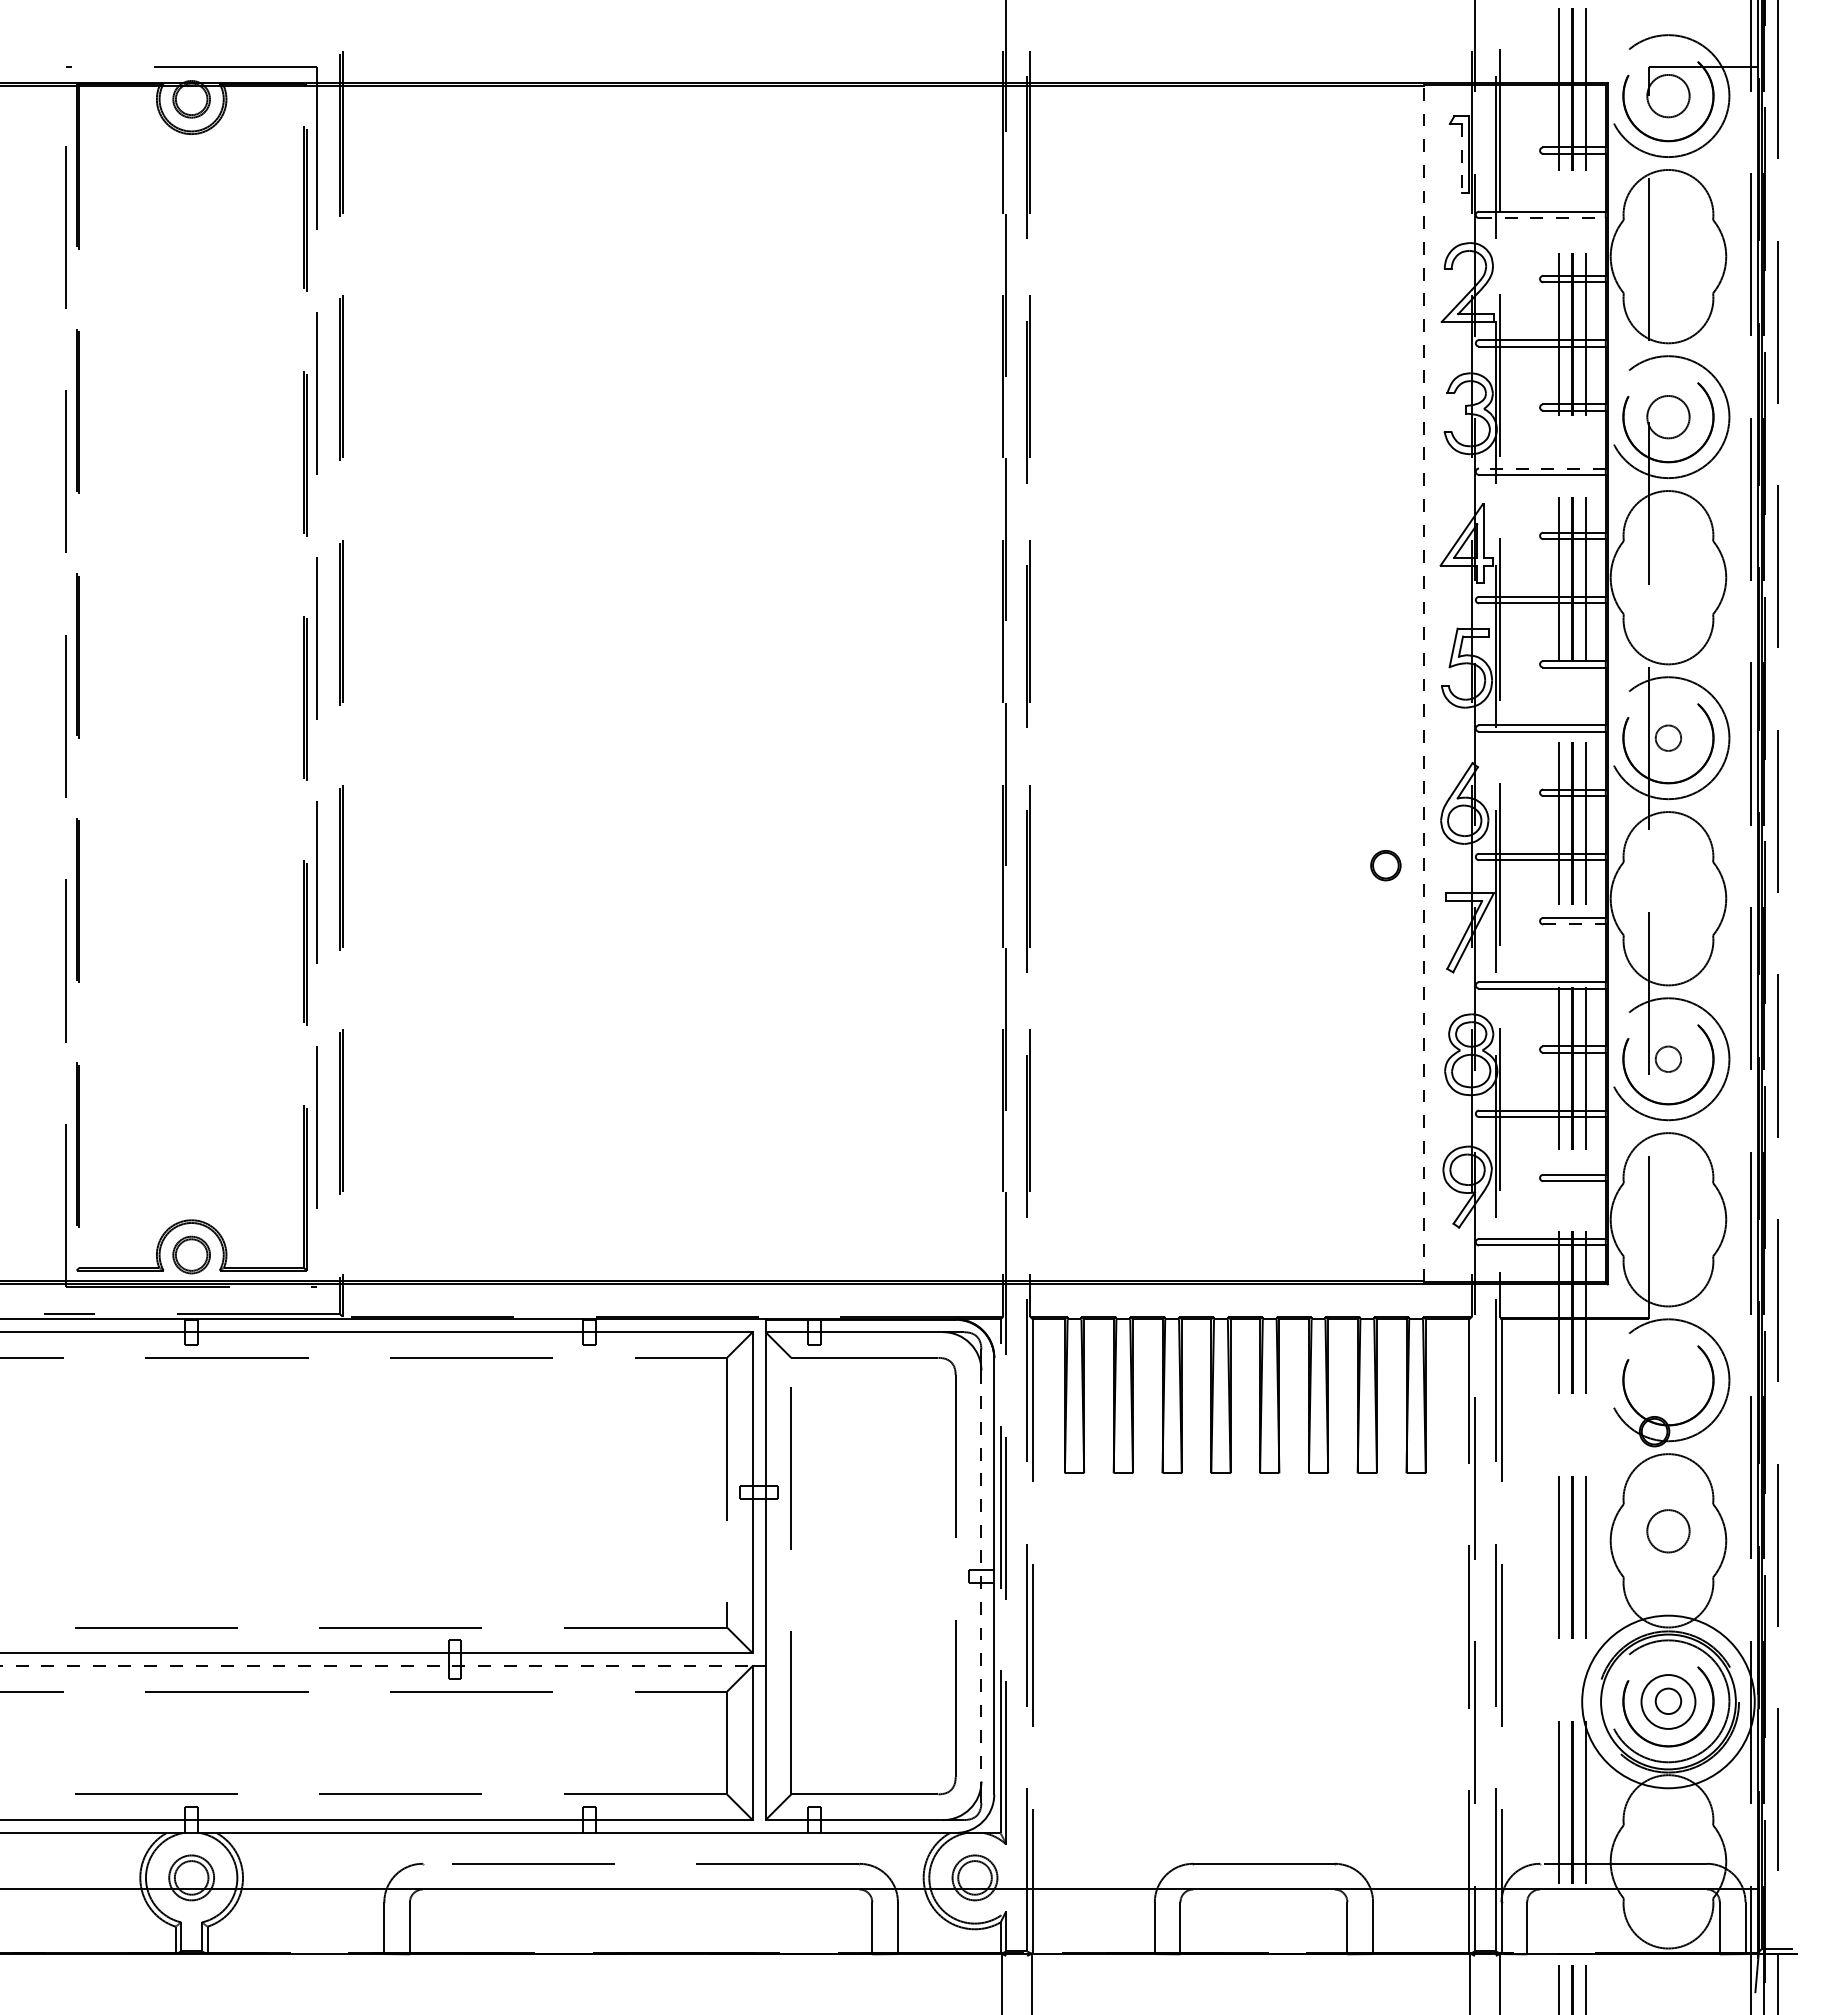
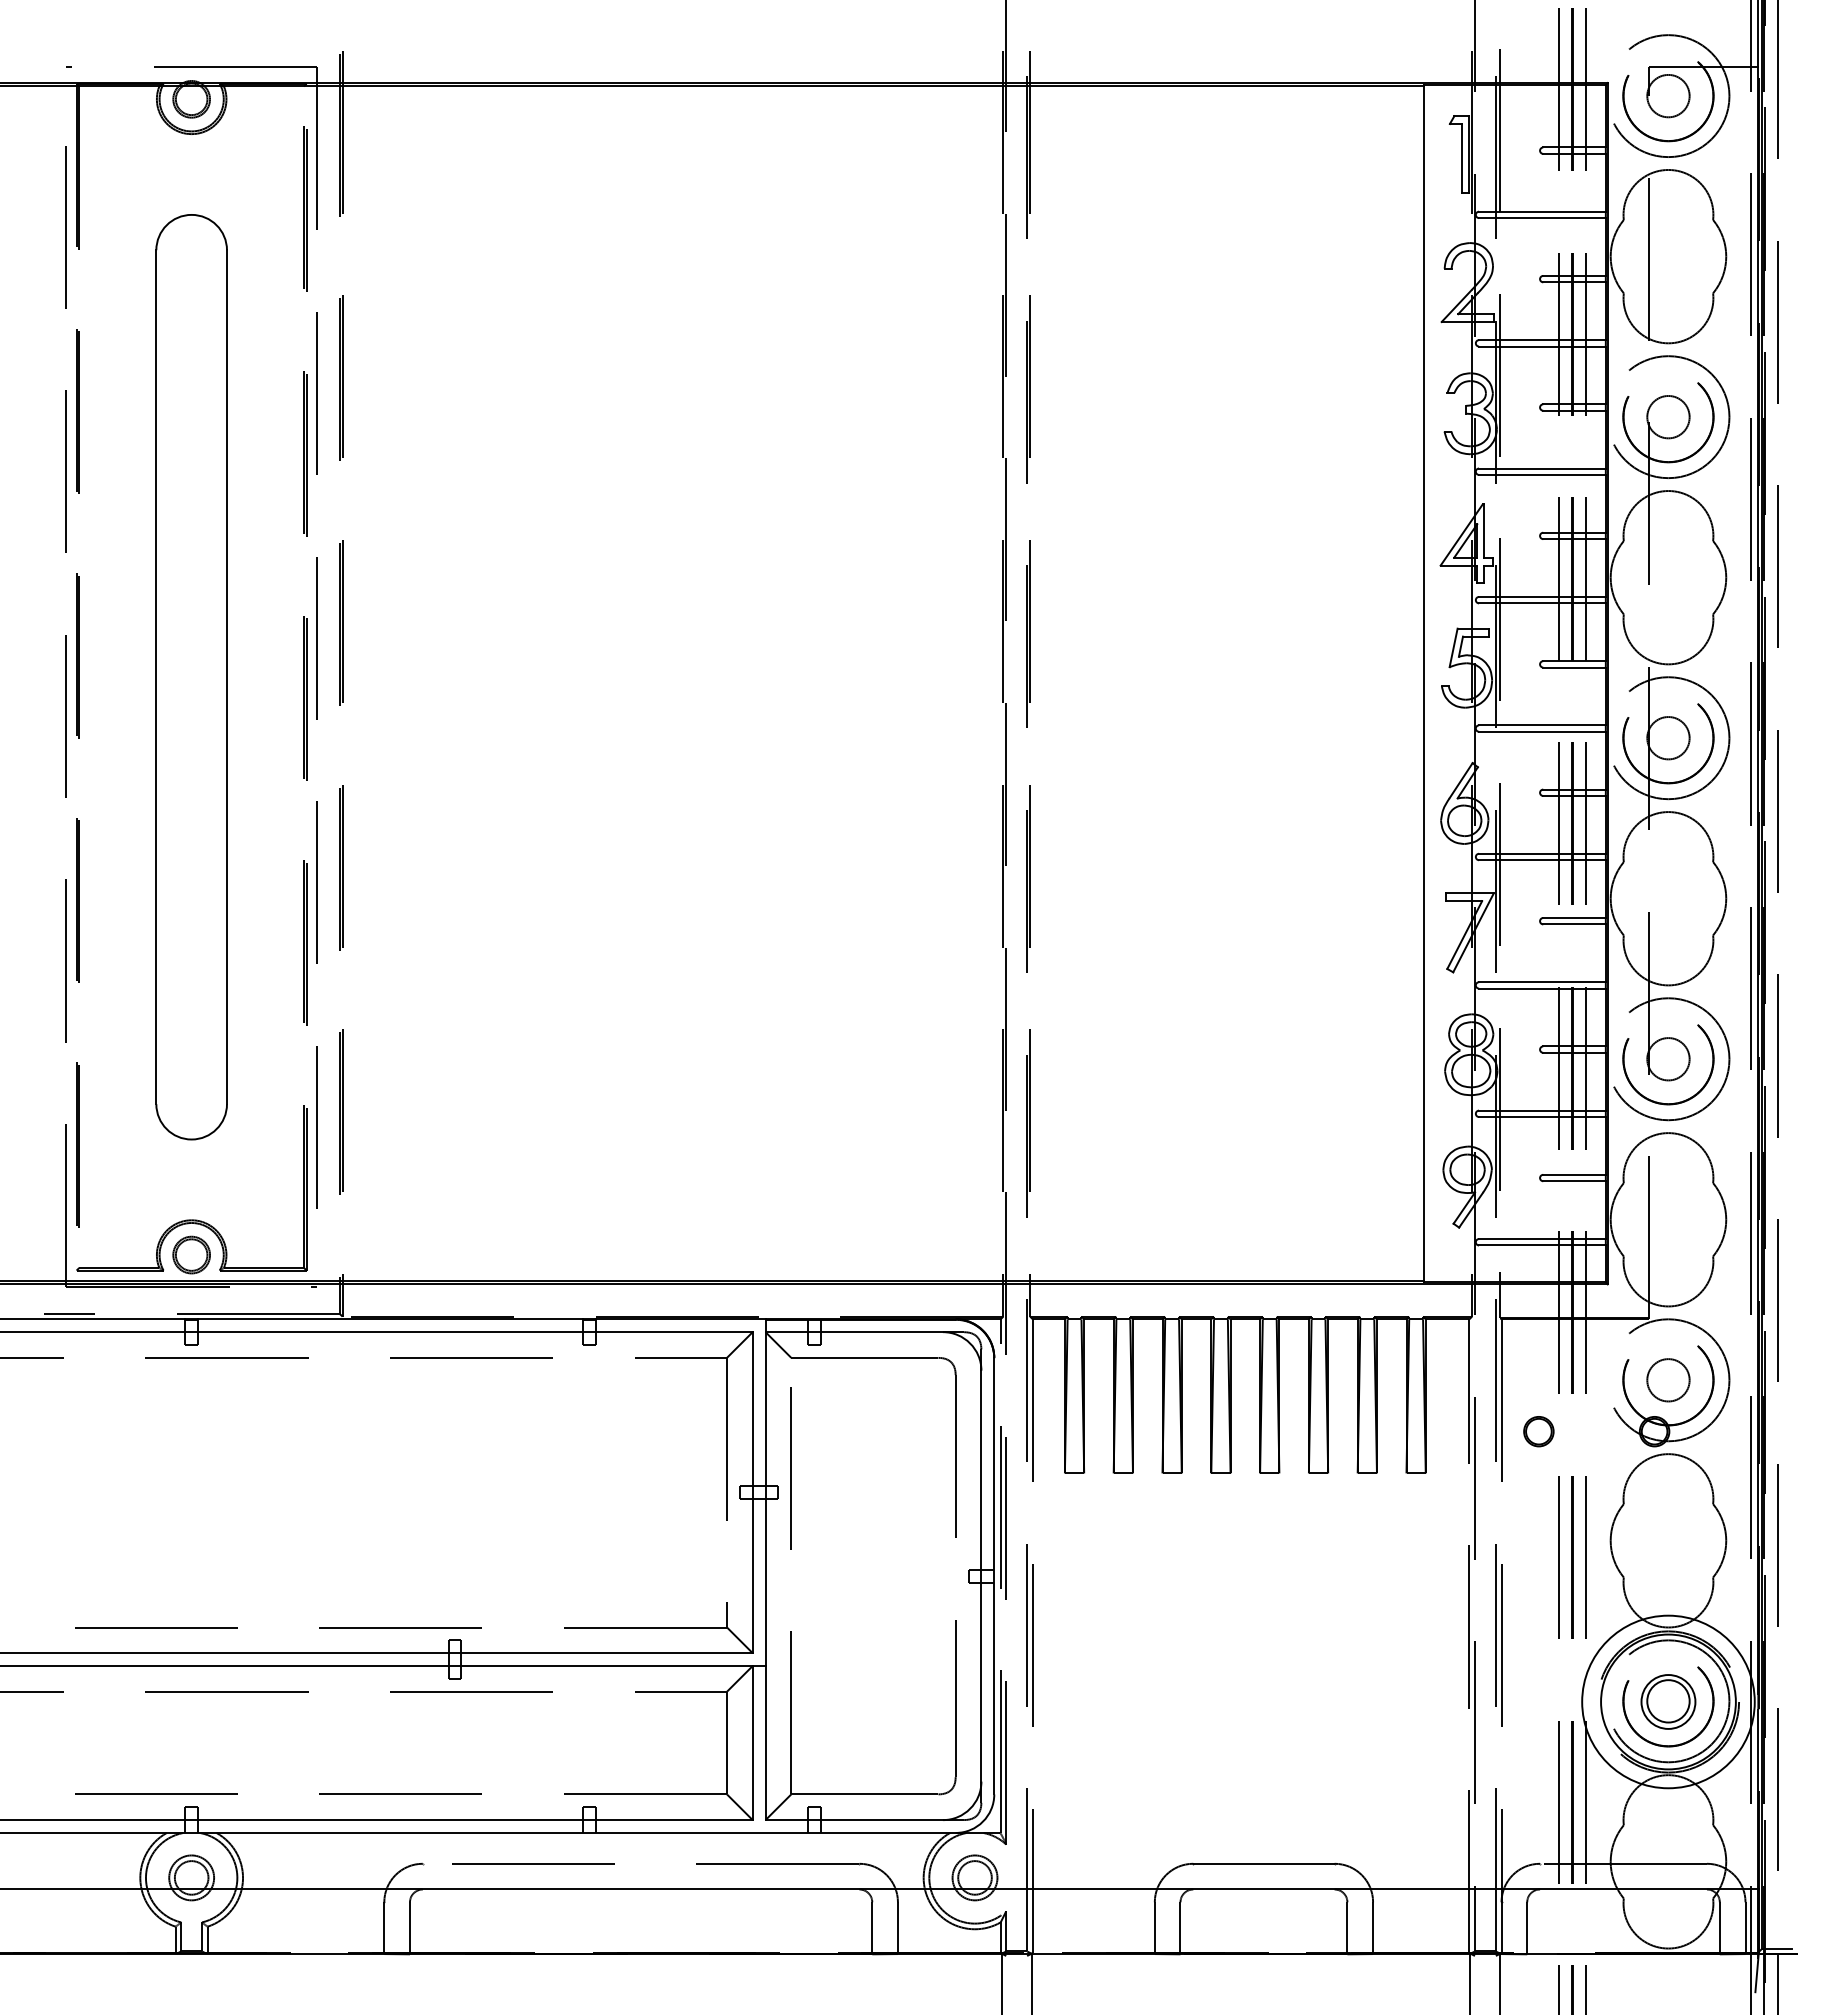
line at (1461, 158): dashed -> solid
line at (1542, 218): dashed -> solid
line at (1541, 468): dashed -> solid
part at (191, 677): none -> present
line at (1424, 683): dashed -> solid
circle at (1668, 737) diameter: 25 px -> 42 px
part at (1385, 865) position: (1385, 865) -> (1538, 1431)
line at (1574, 924): dashed -> solid
circle at (1668, 1058) diameter: 25 px -> 42 px
circle at (1668, 1531) position: (1668, 1531) -> (1668, 1380)
line at (981, 1576): dashed -> solid
line at (376, 1666): dashed -> solid
circle at (1668, 1701) diameter: 25 px -> 42 px
